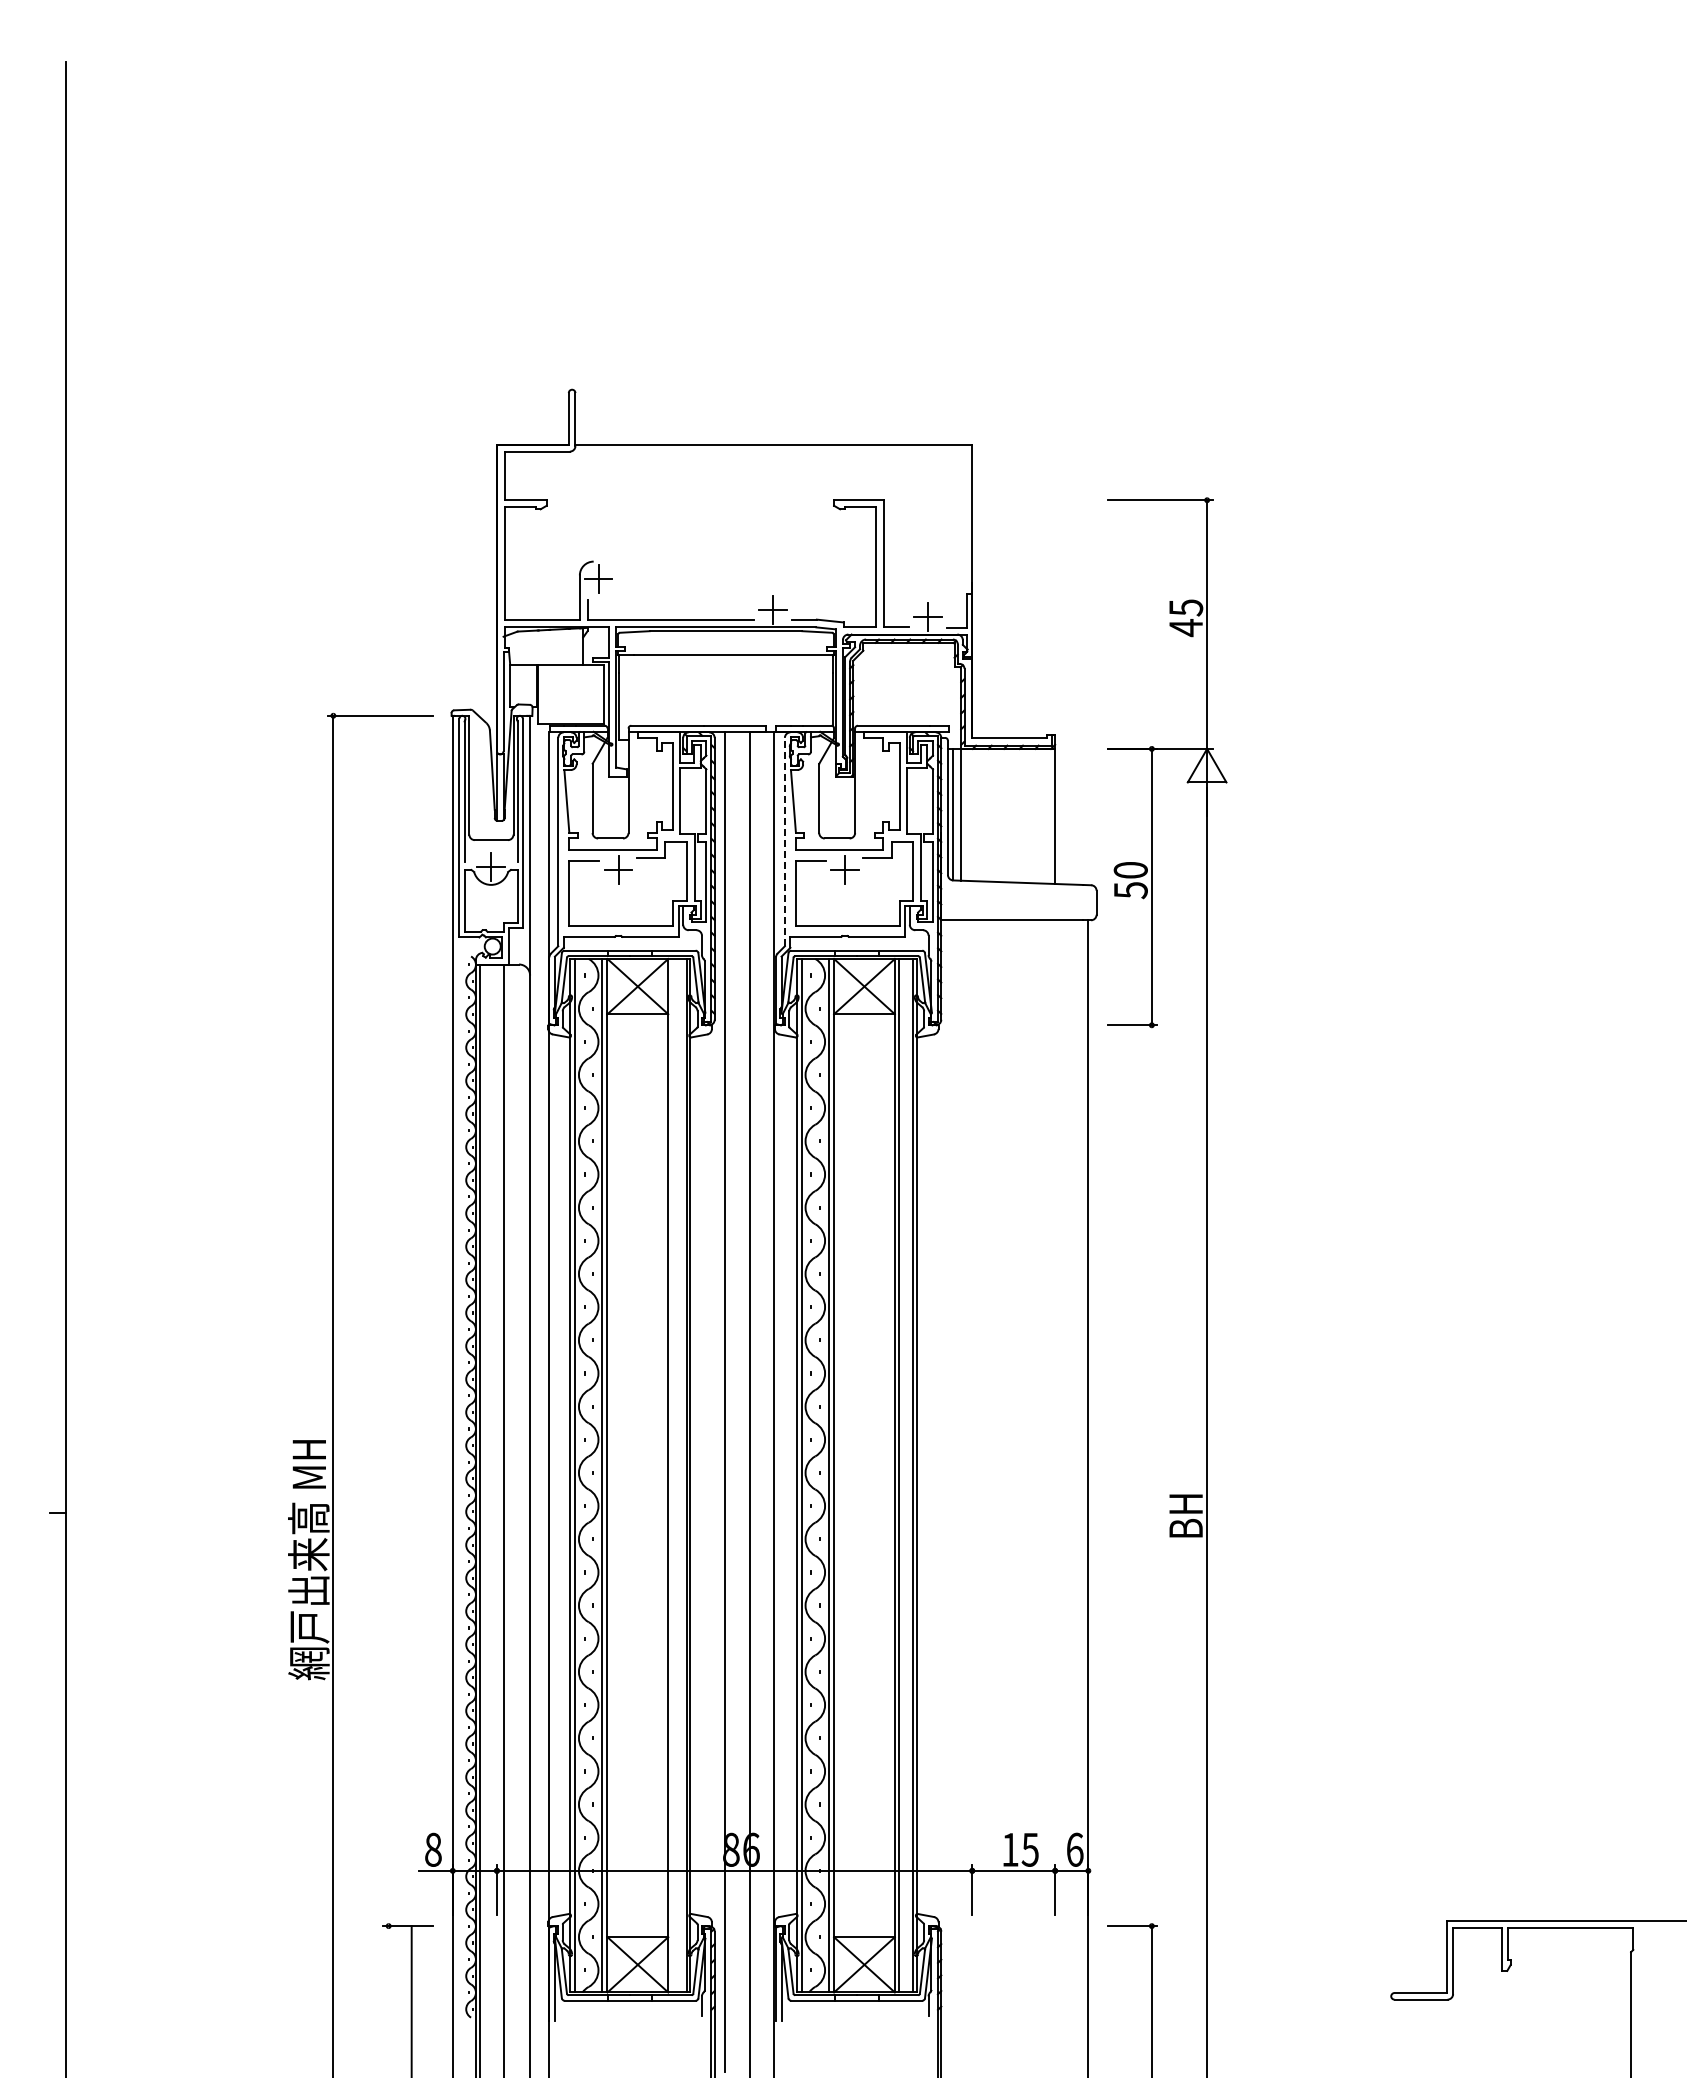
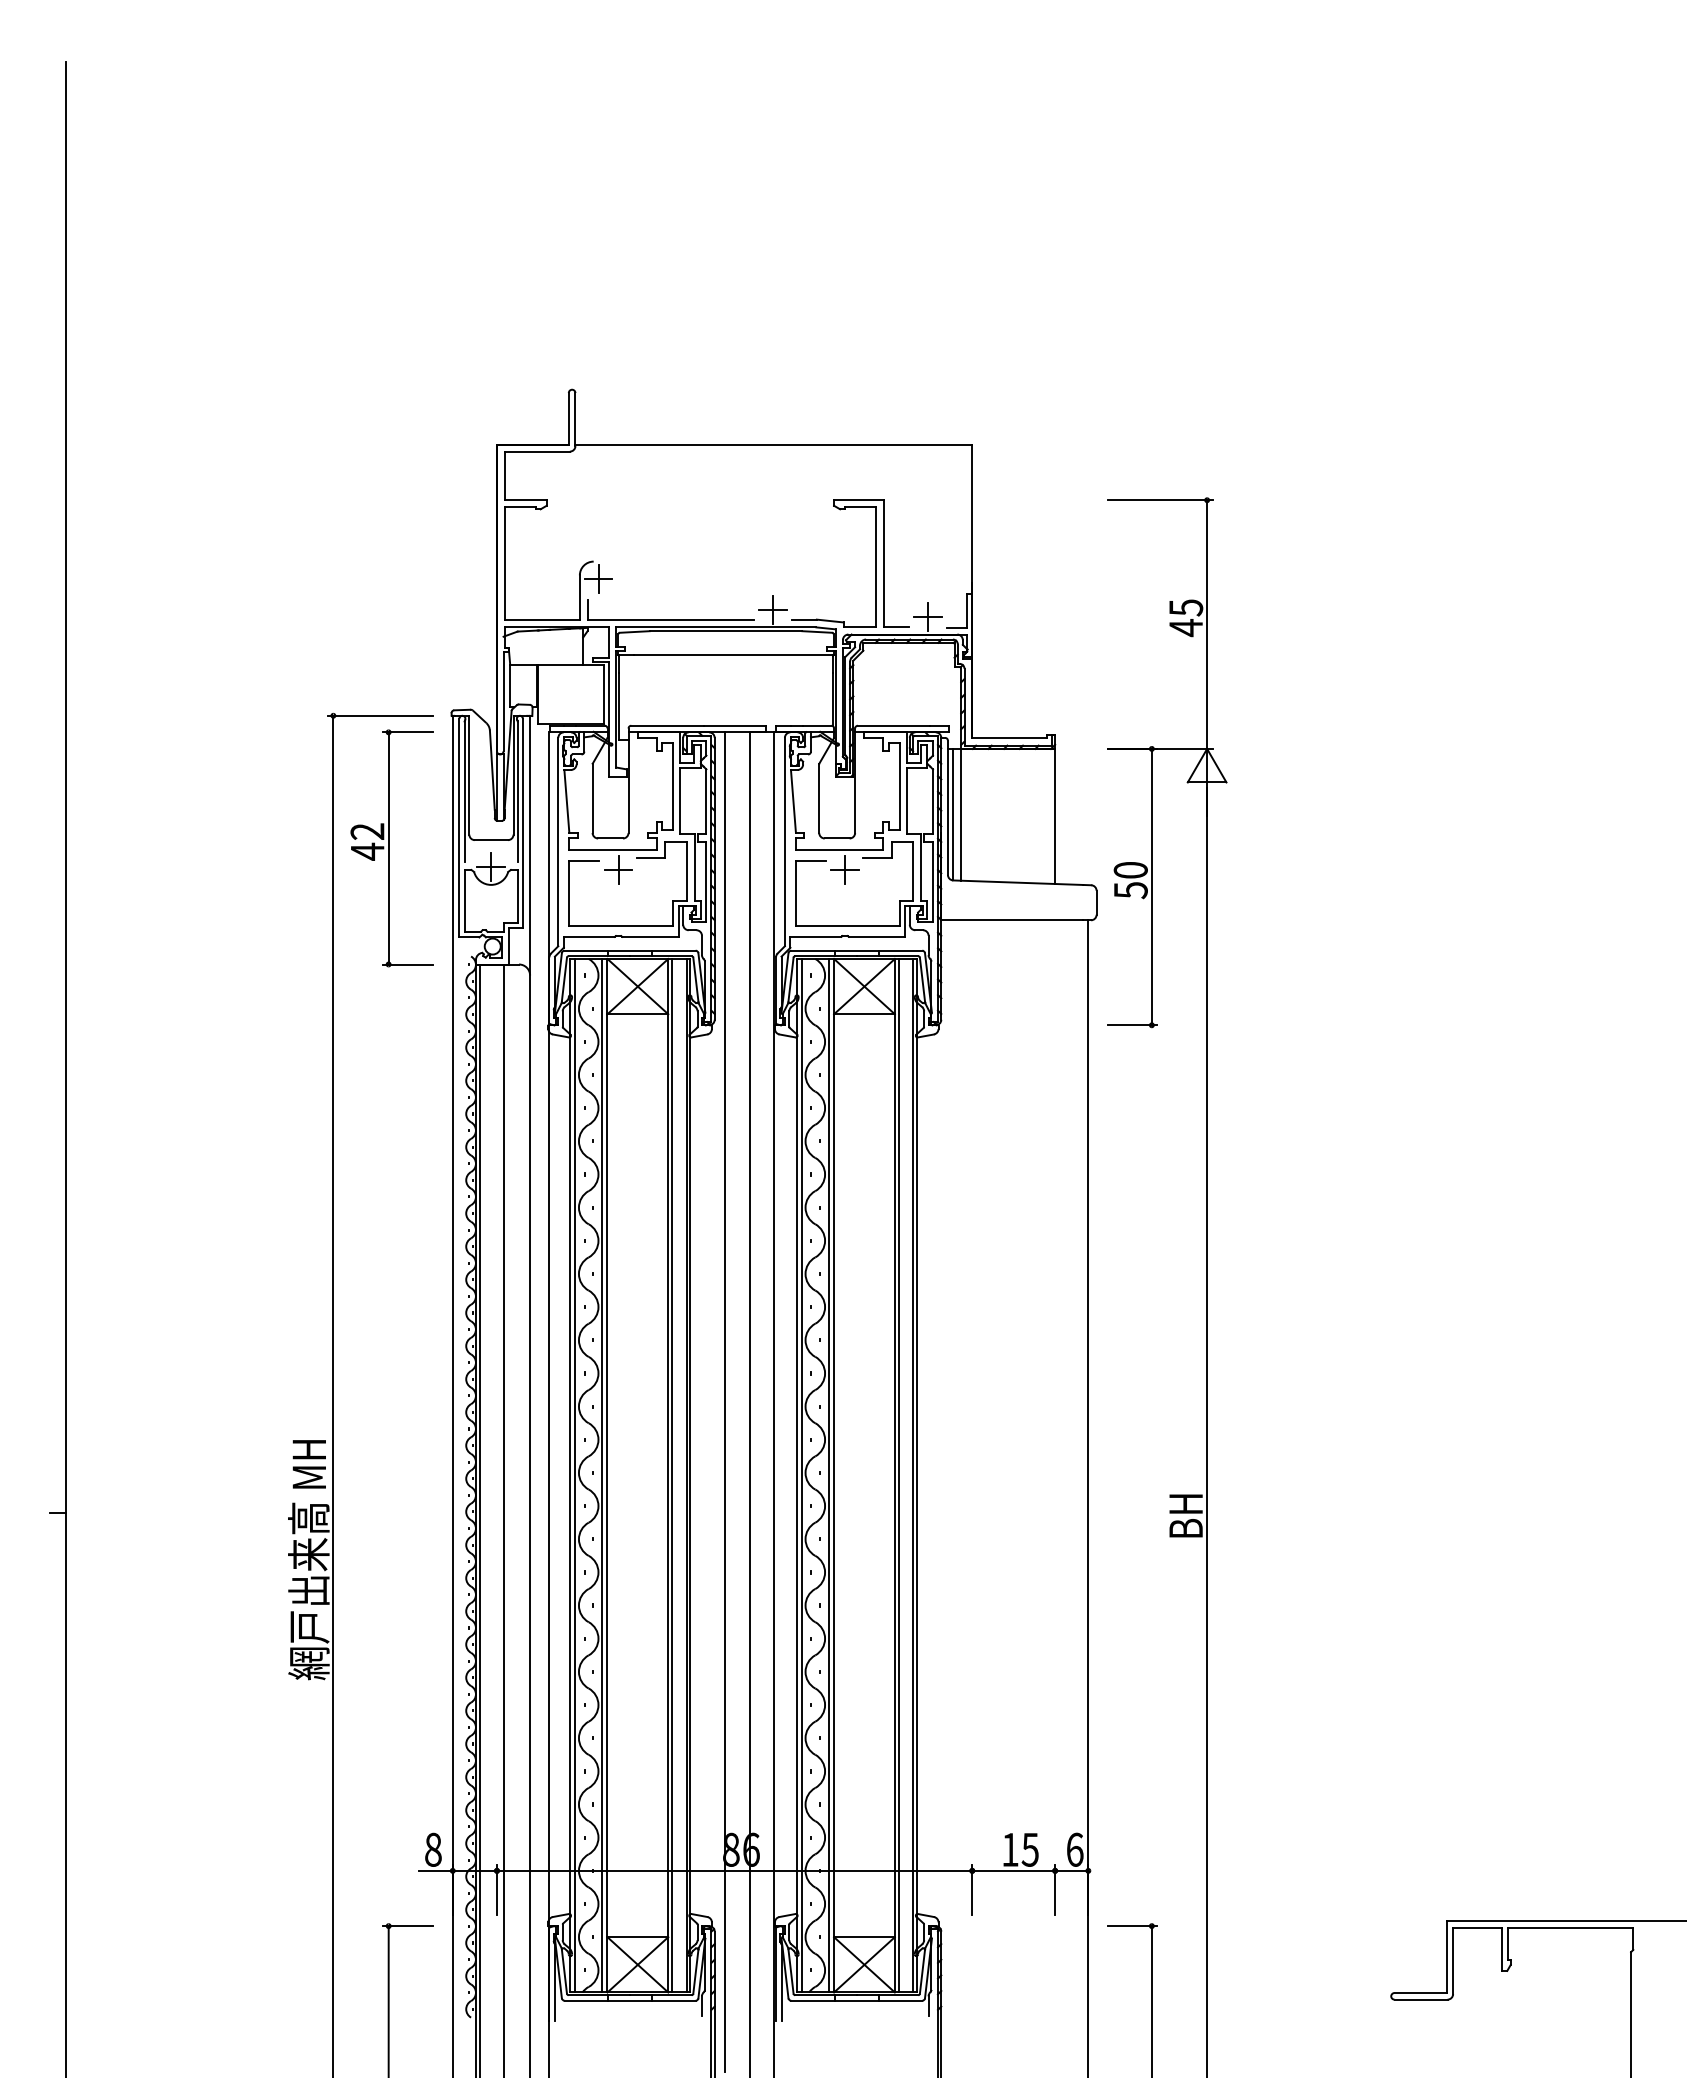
line at (784, 841): dashed -> solid
part at (391, 848): none -> present
line at (672, 1475): none -> present
line at (411, 2000) position: (411, 2000) -> (388, 2000)
